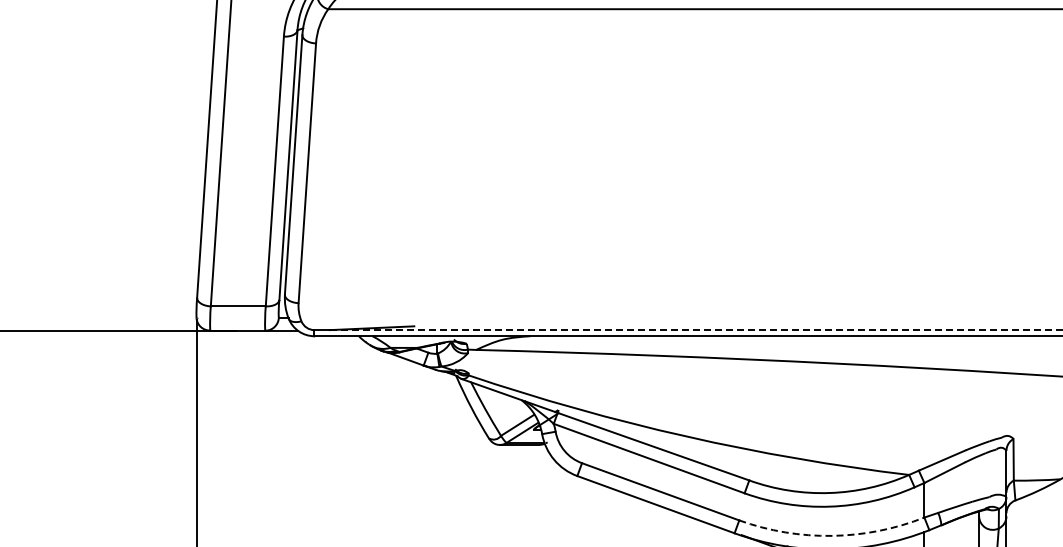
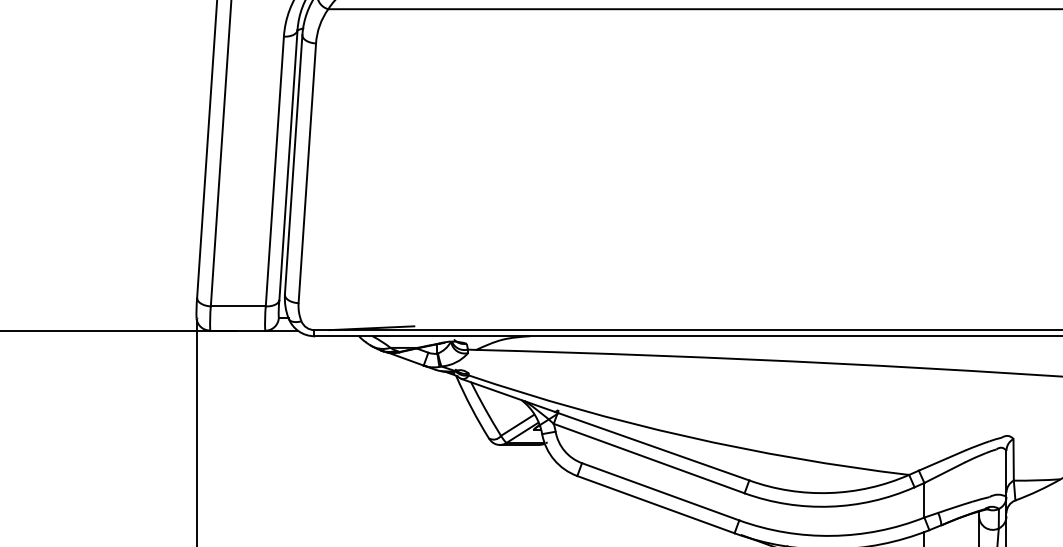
line at (696, 330): dashed -> solid
arc at (832, 535): dashed -> solid
